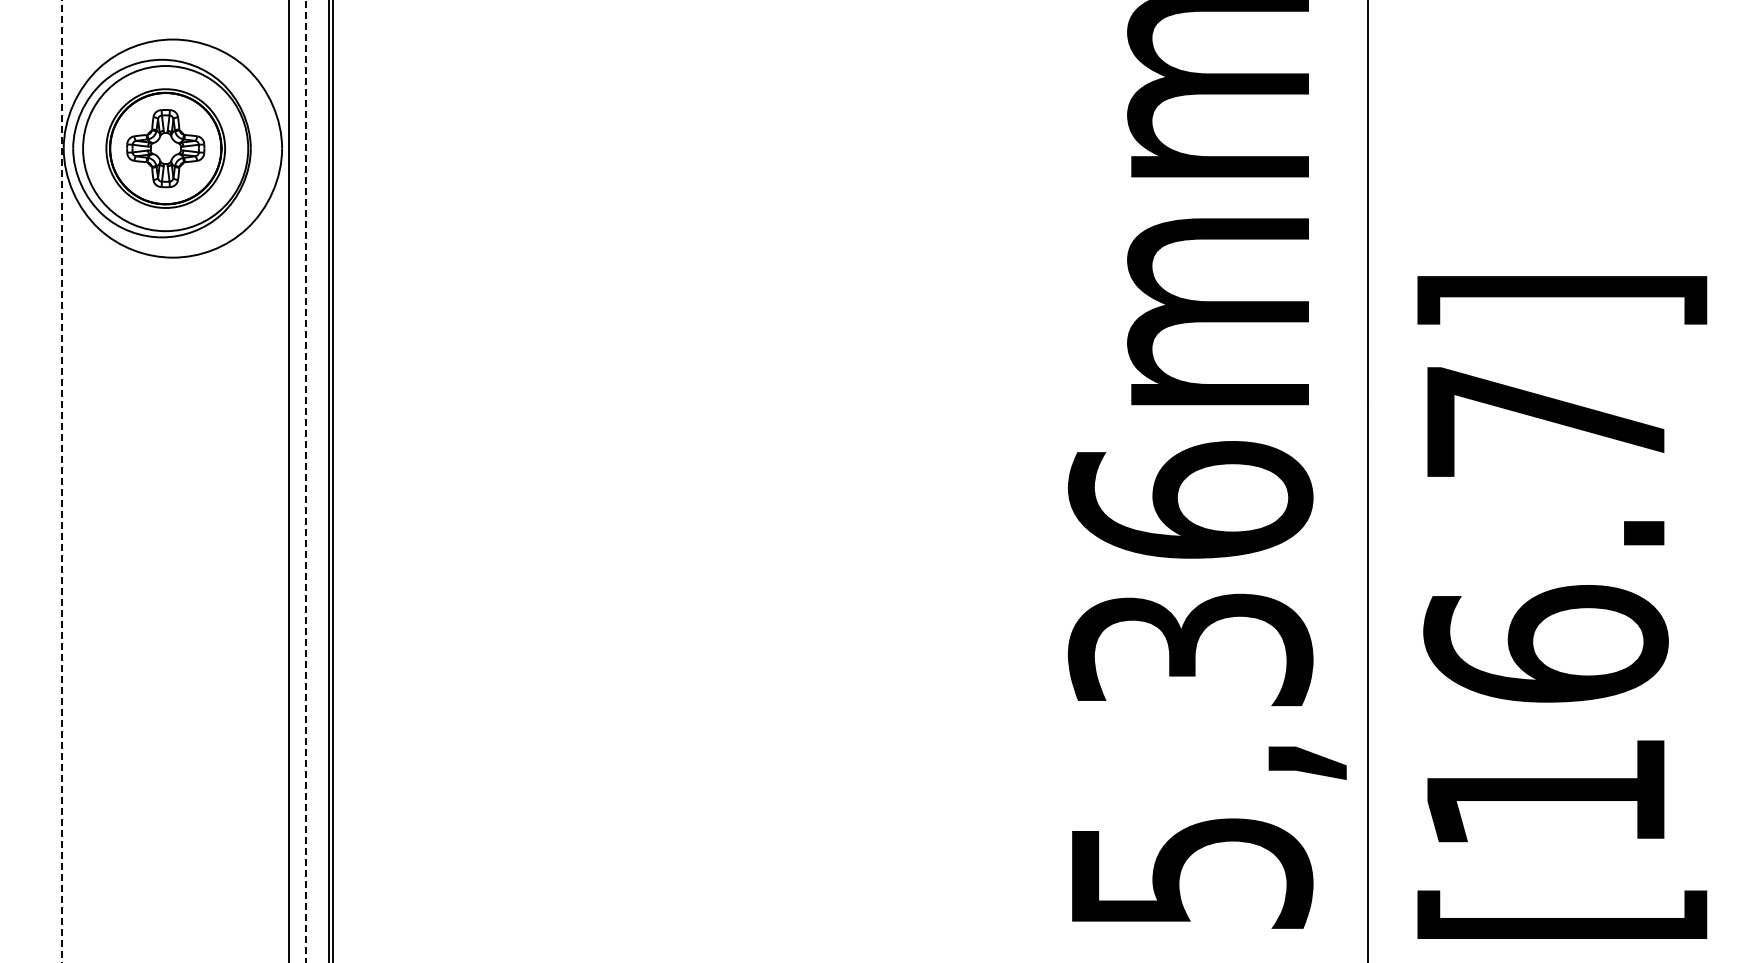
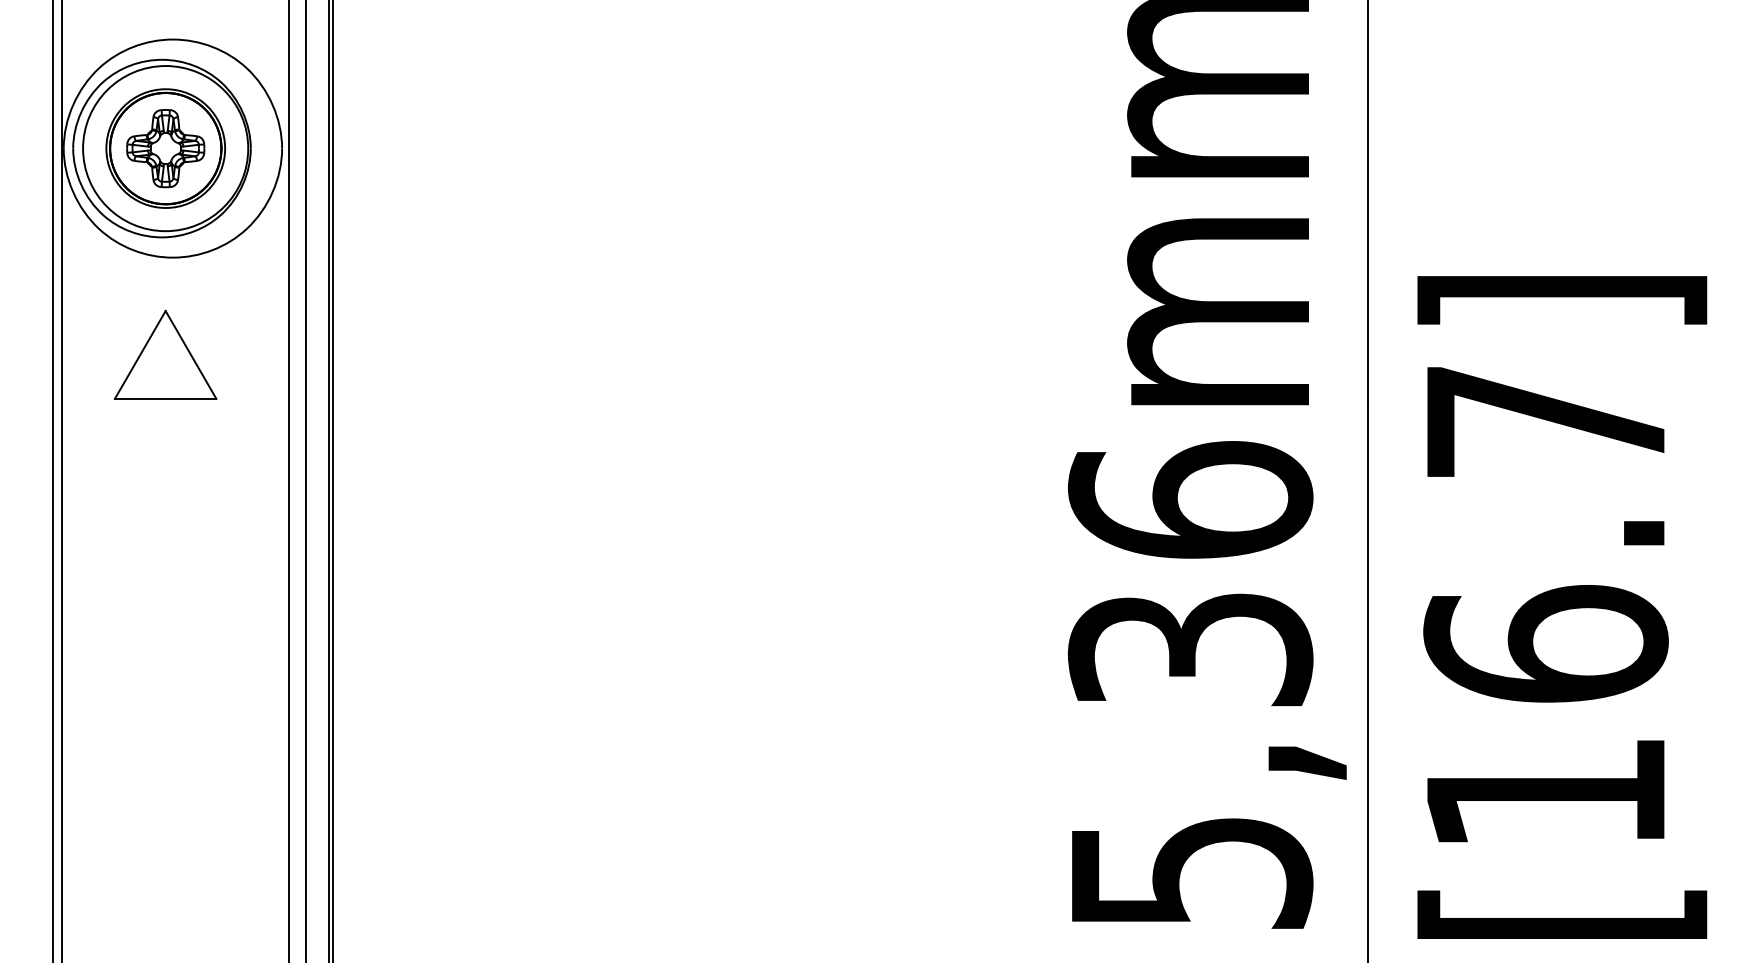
part at (165, 354): none -> present
line at (52, 480): none -> present
line at (62, 481): dashed -> solid
line at (305, 481): dashed -> solid
